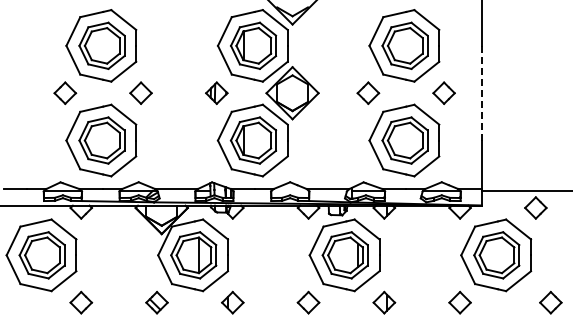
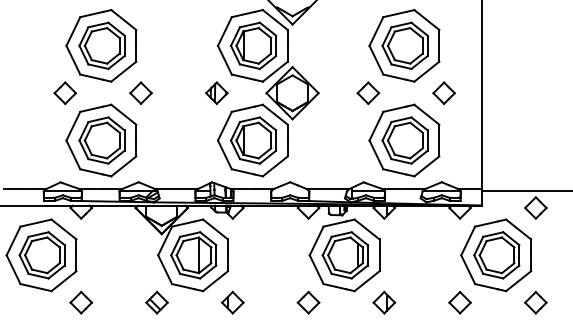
line at (481, 93): dashed -> solid
part at (550, 302) position: (550, 302) -> (535, 302)
